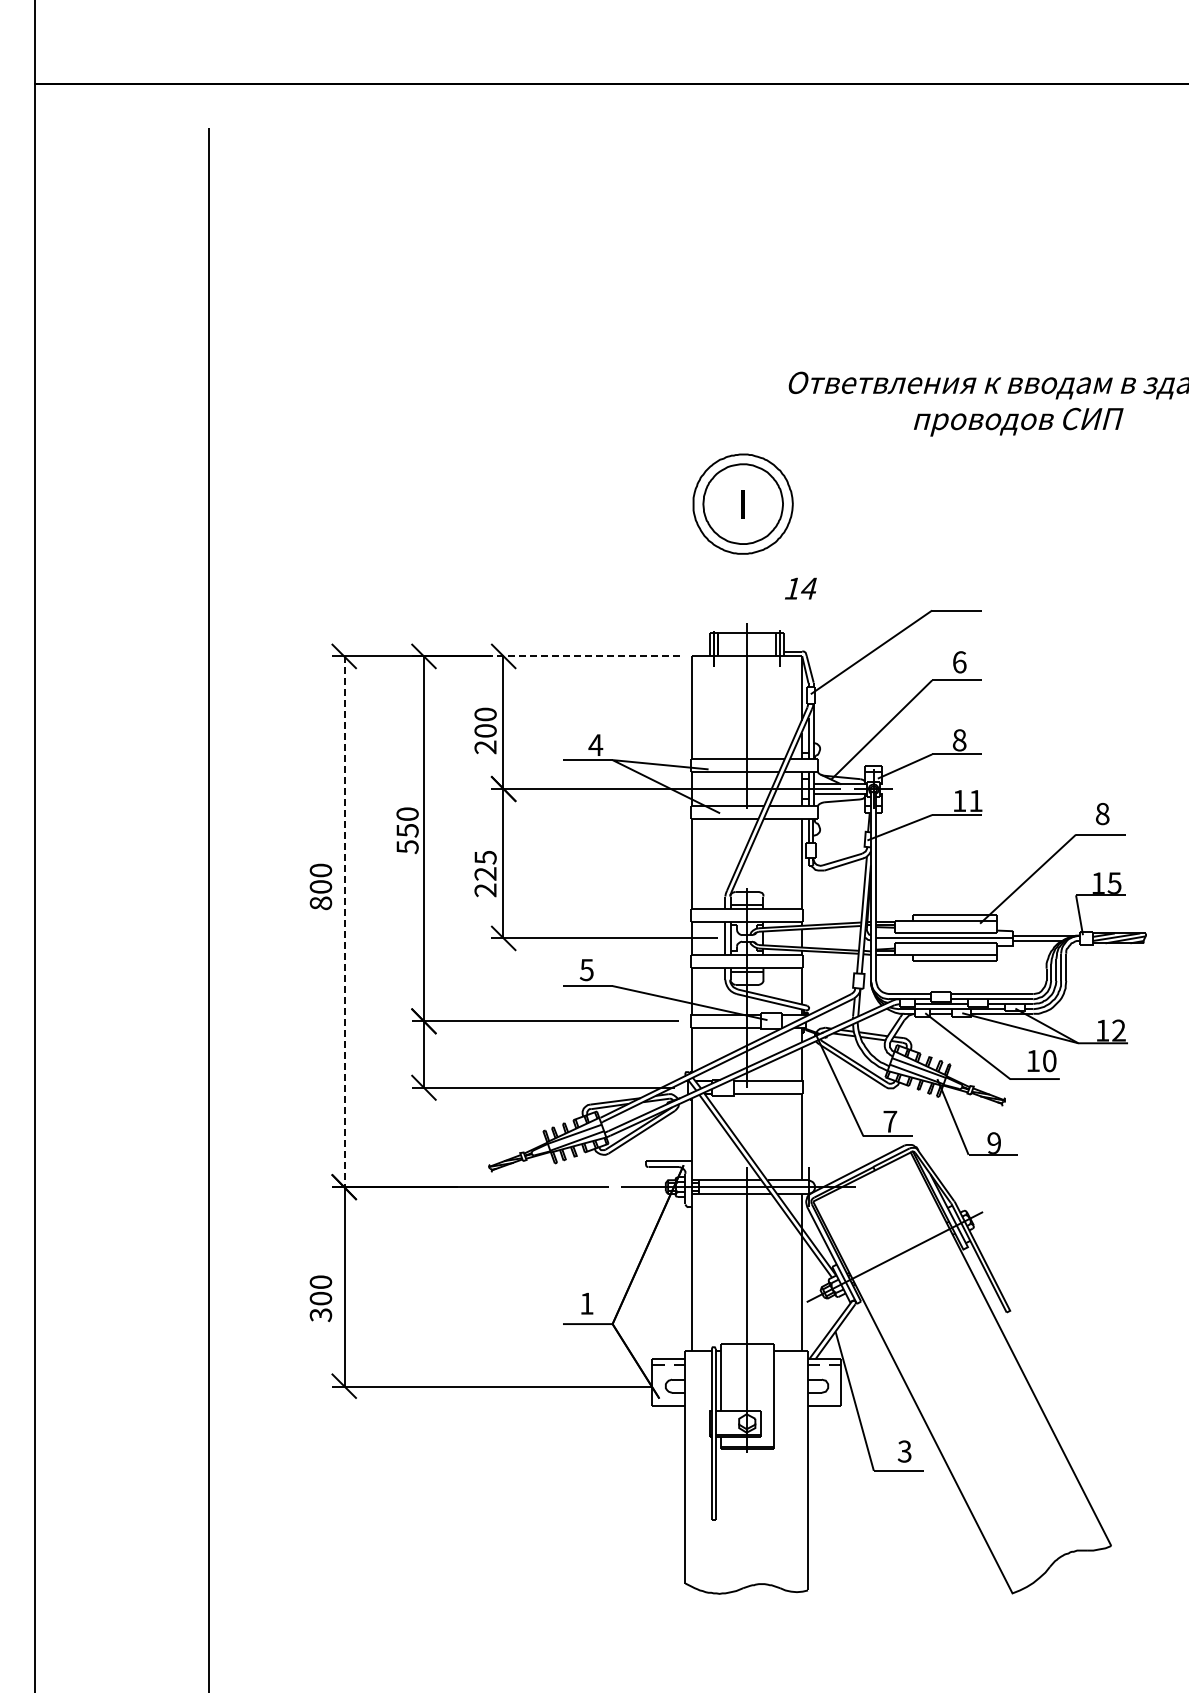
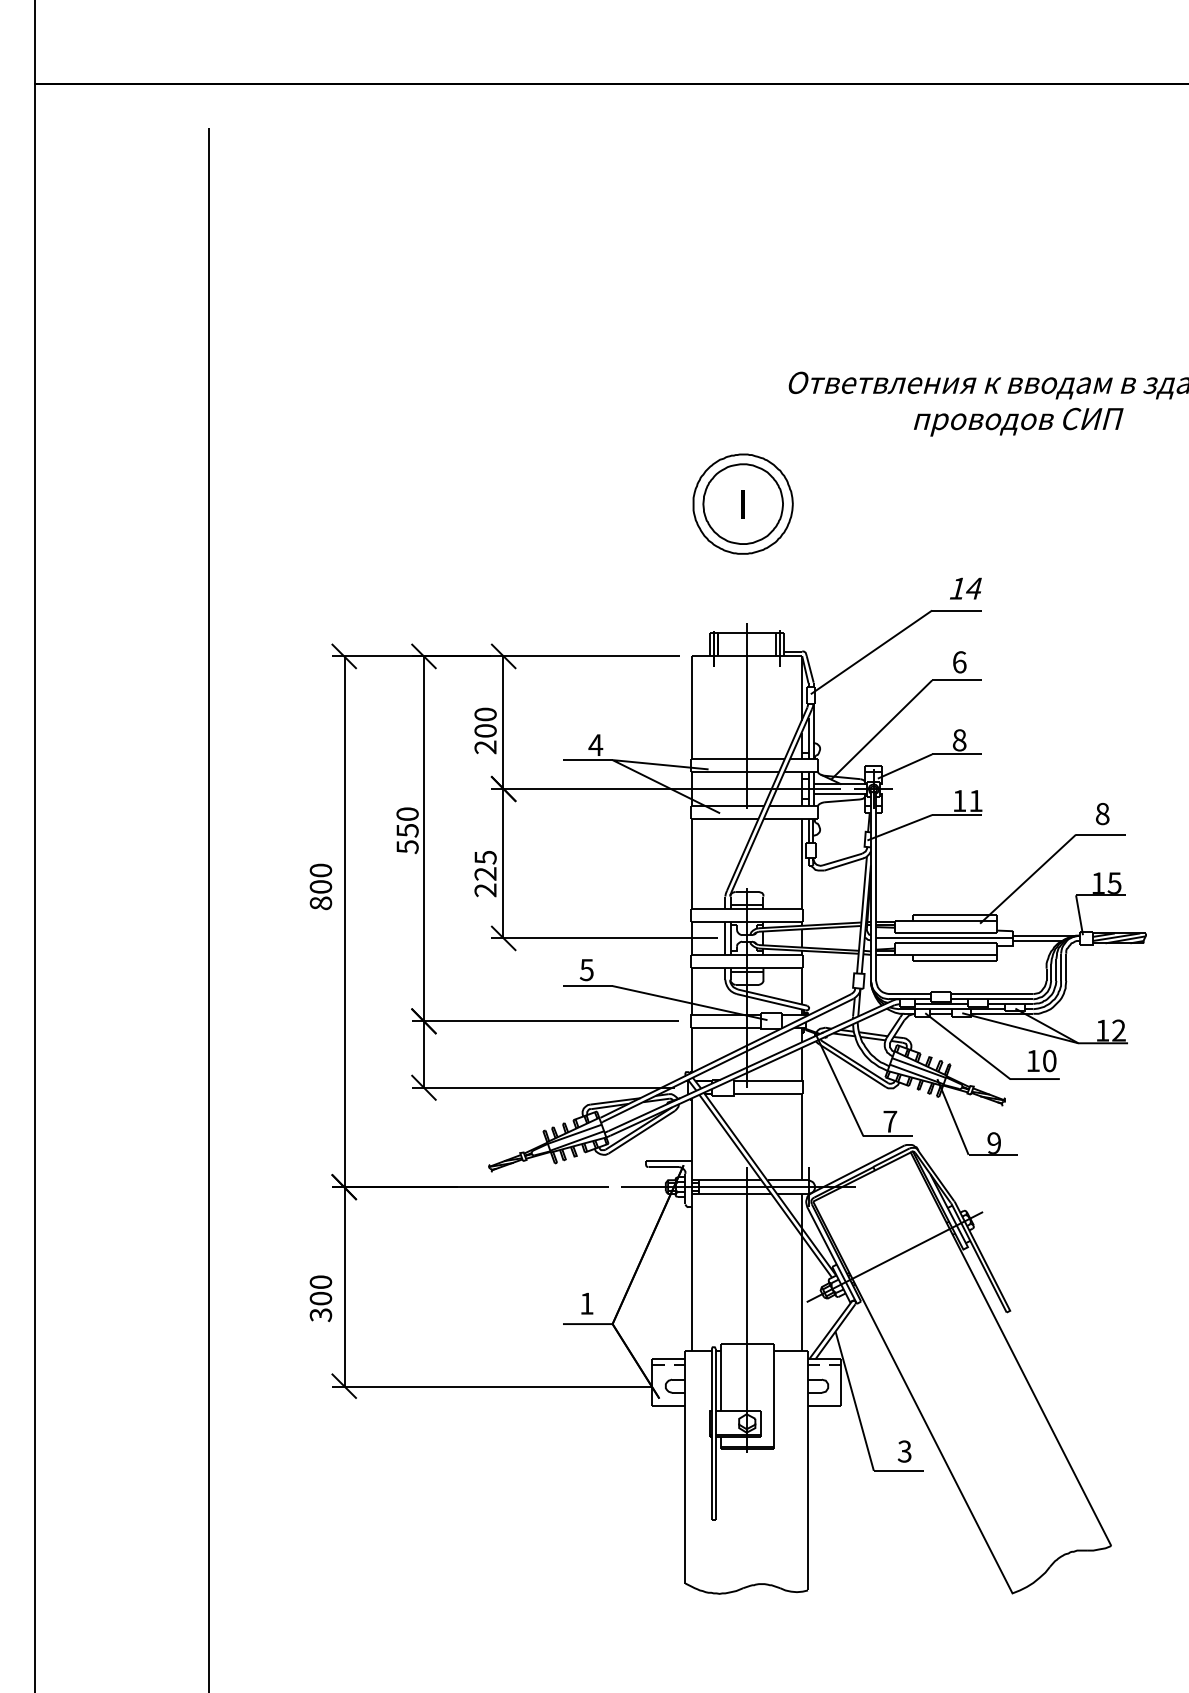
text at (800, 588) position: (800, 588) -> (965, 588)
line at (584, 656): dashed -> solid
line at (344, 921): dashed -> solid
